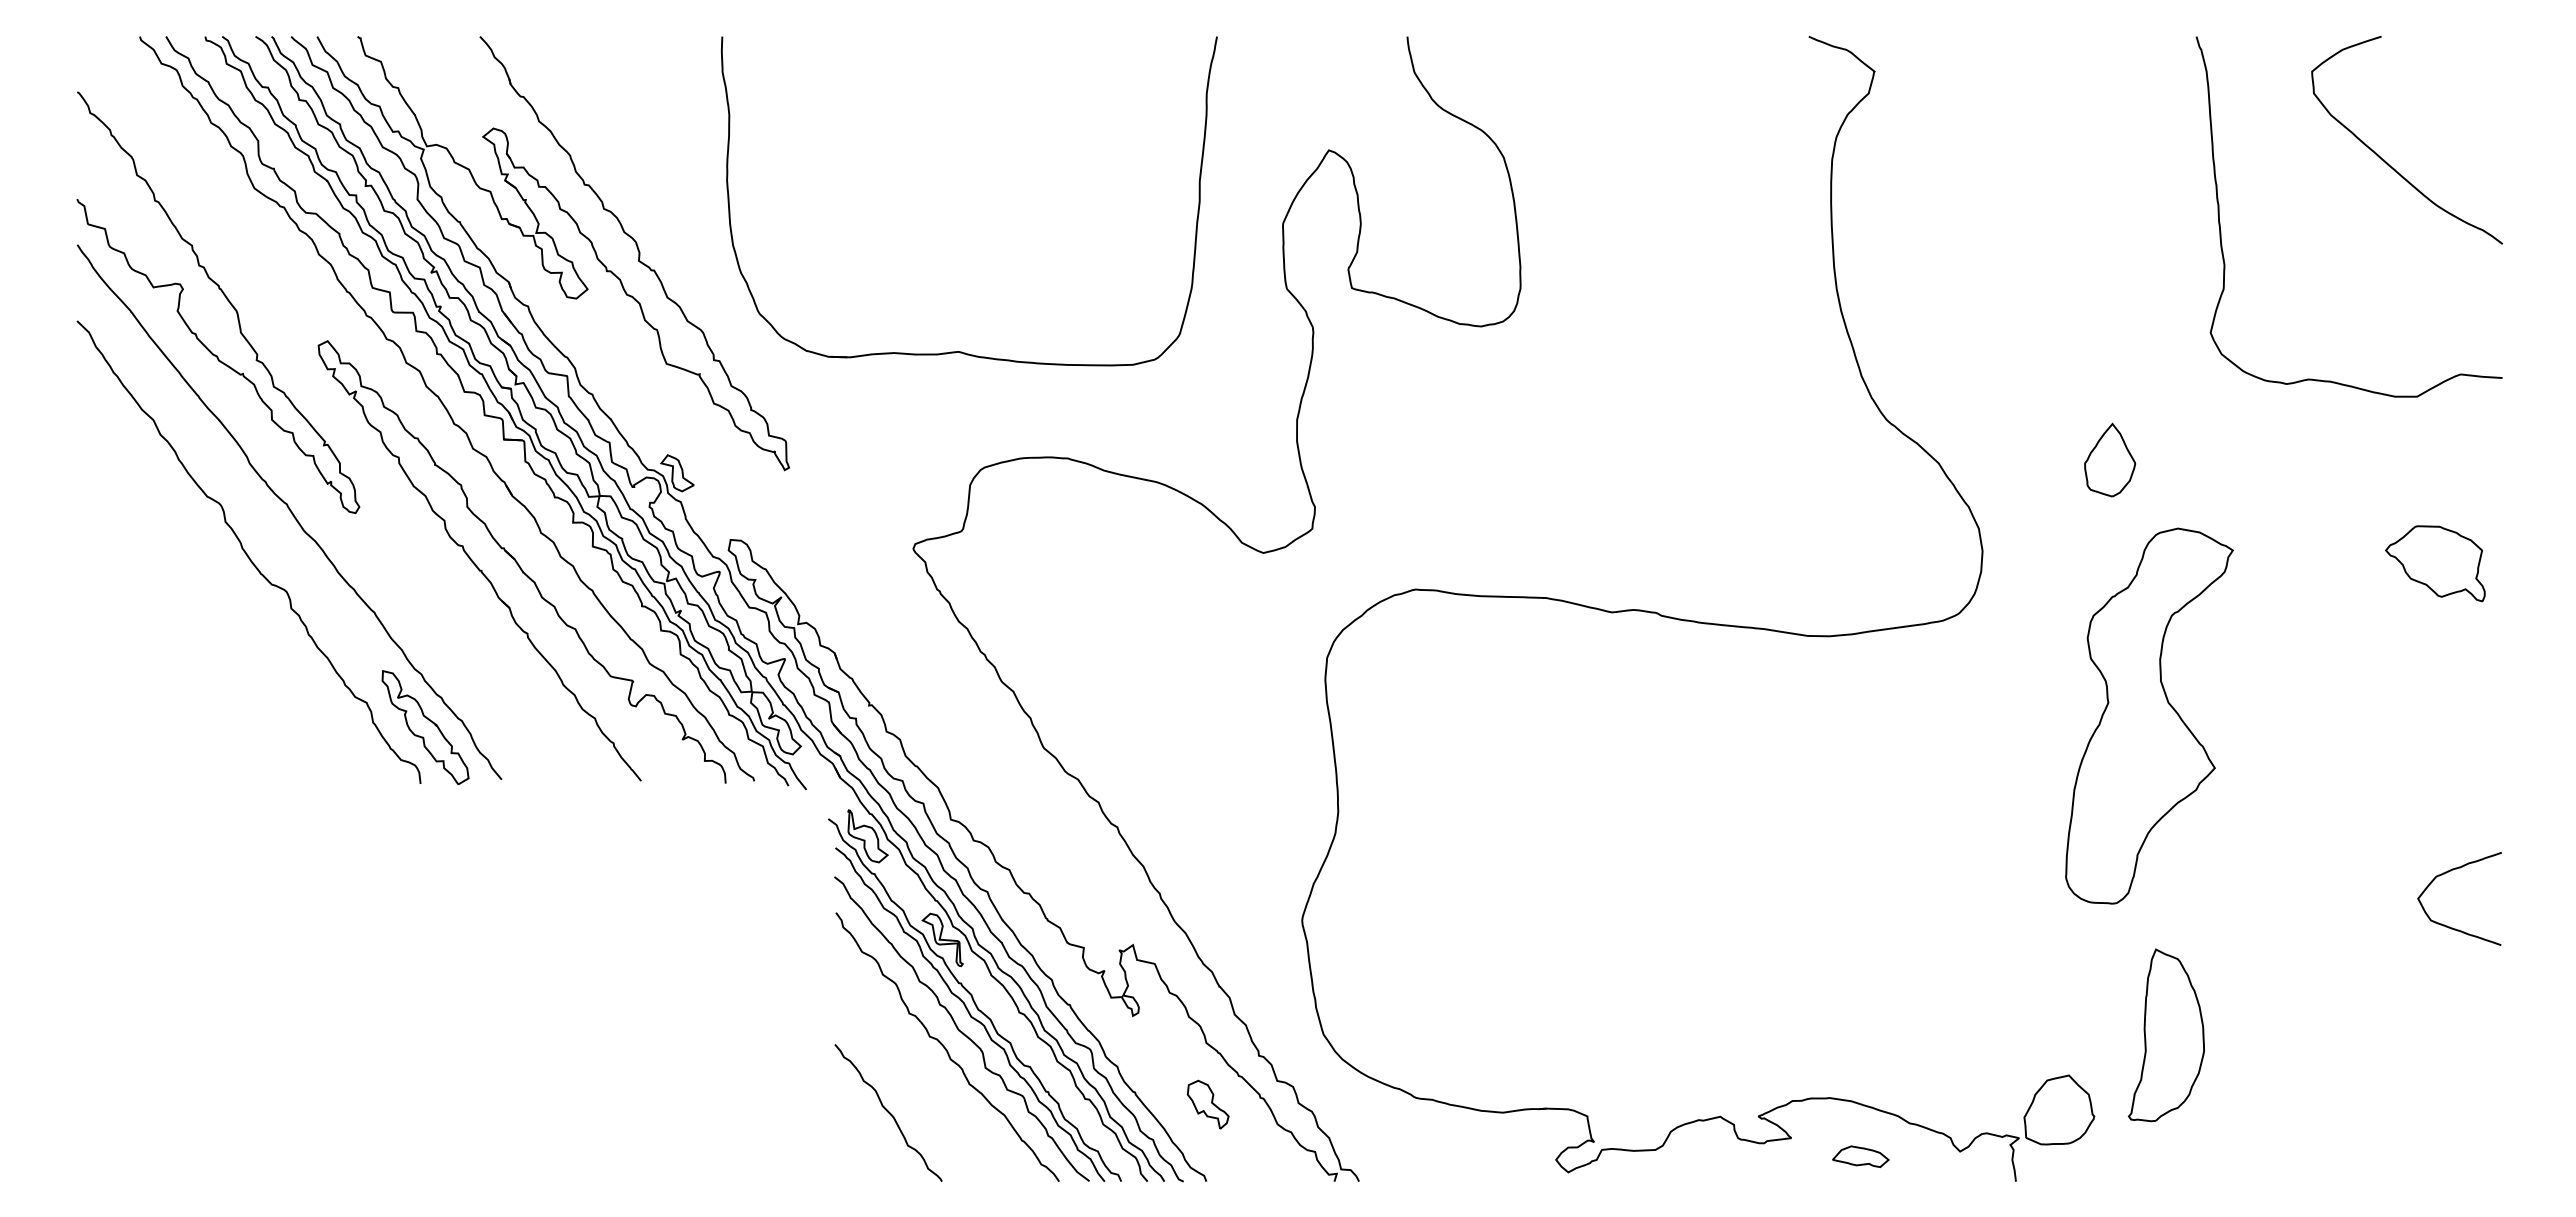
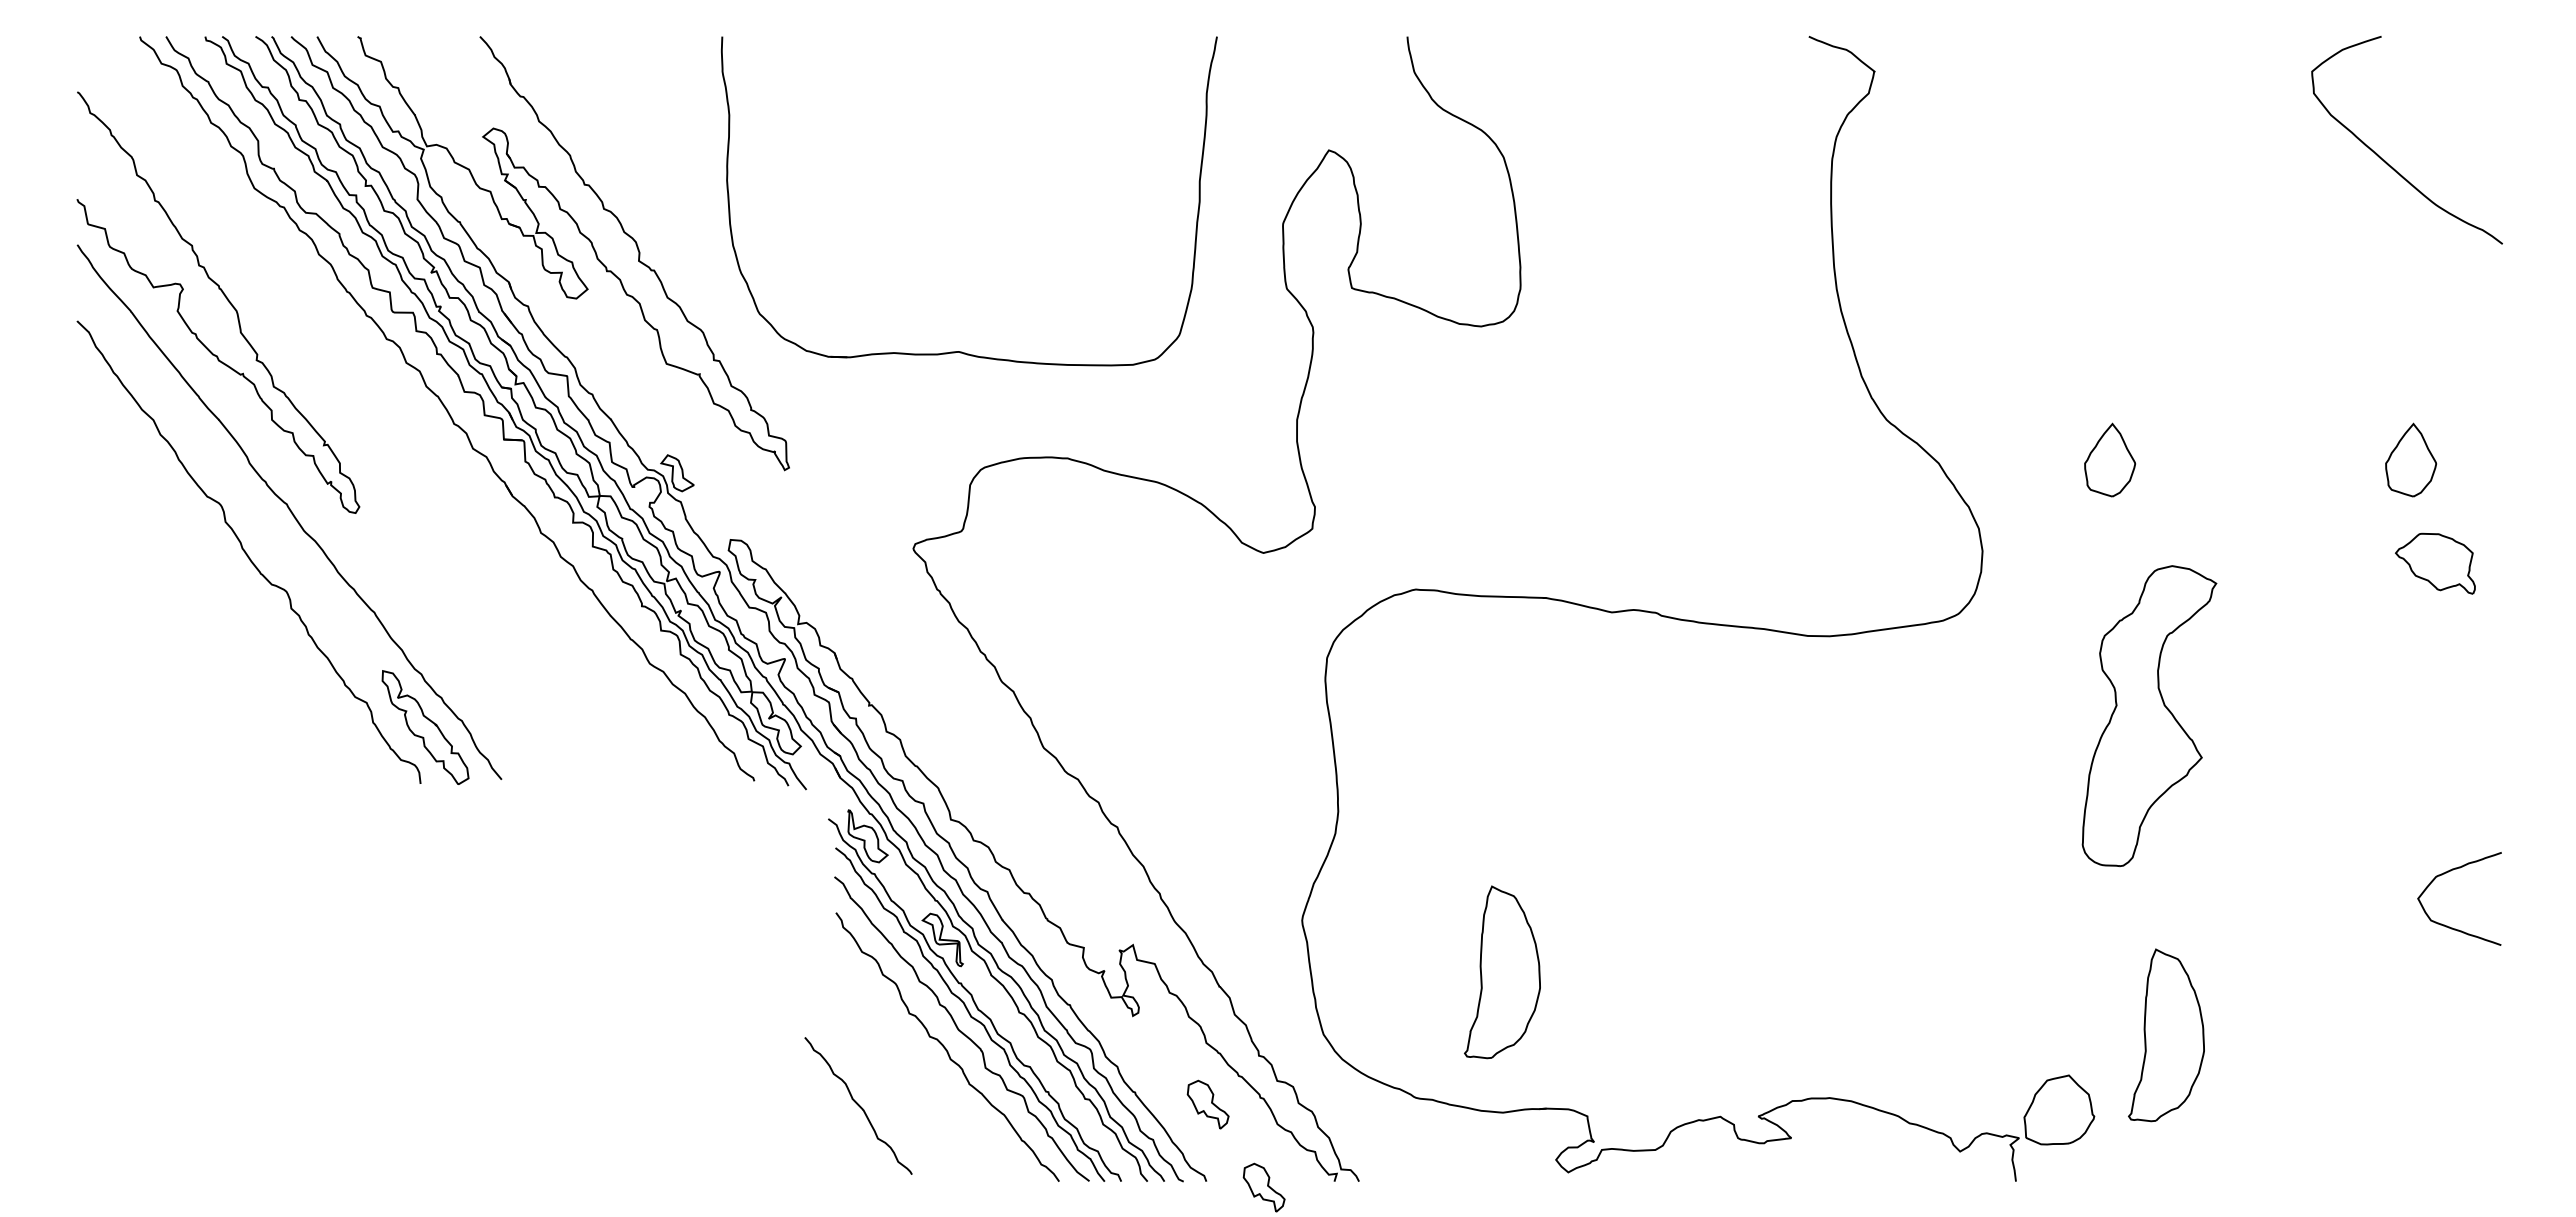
curve at (2221, 231): present -> none
part at (2411, 459): none -> present
part at (521, 561): present -> none
part at (2435, 563) size: 101x78 px -> 81x63 px
part at (2149, 715) size: 169x378 px -> 137x302 px
part at (1502, 972): none -> present
curve at (888, 1112) position: (888, 1112) -> (858, 1105)
part at (1860, 1156): present -> none
part at (1263, 1187): none -> present
